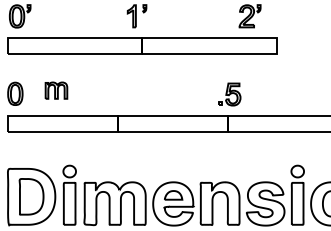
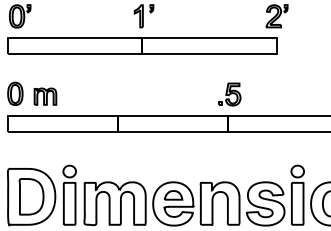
part at (136, 16) position: (136, 16) -> (143, 16)
part at (249, 16) position: (249, 16) -> (276, 16)
part at (56, 90) position: (56, 90) -> (45, 96)
